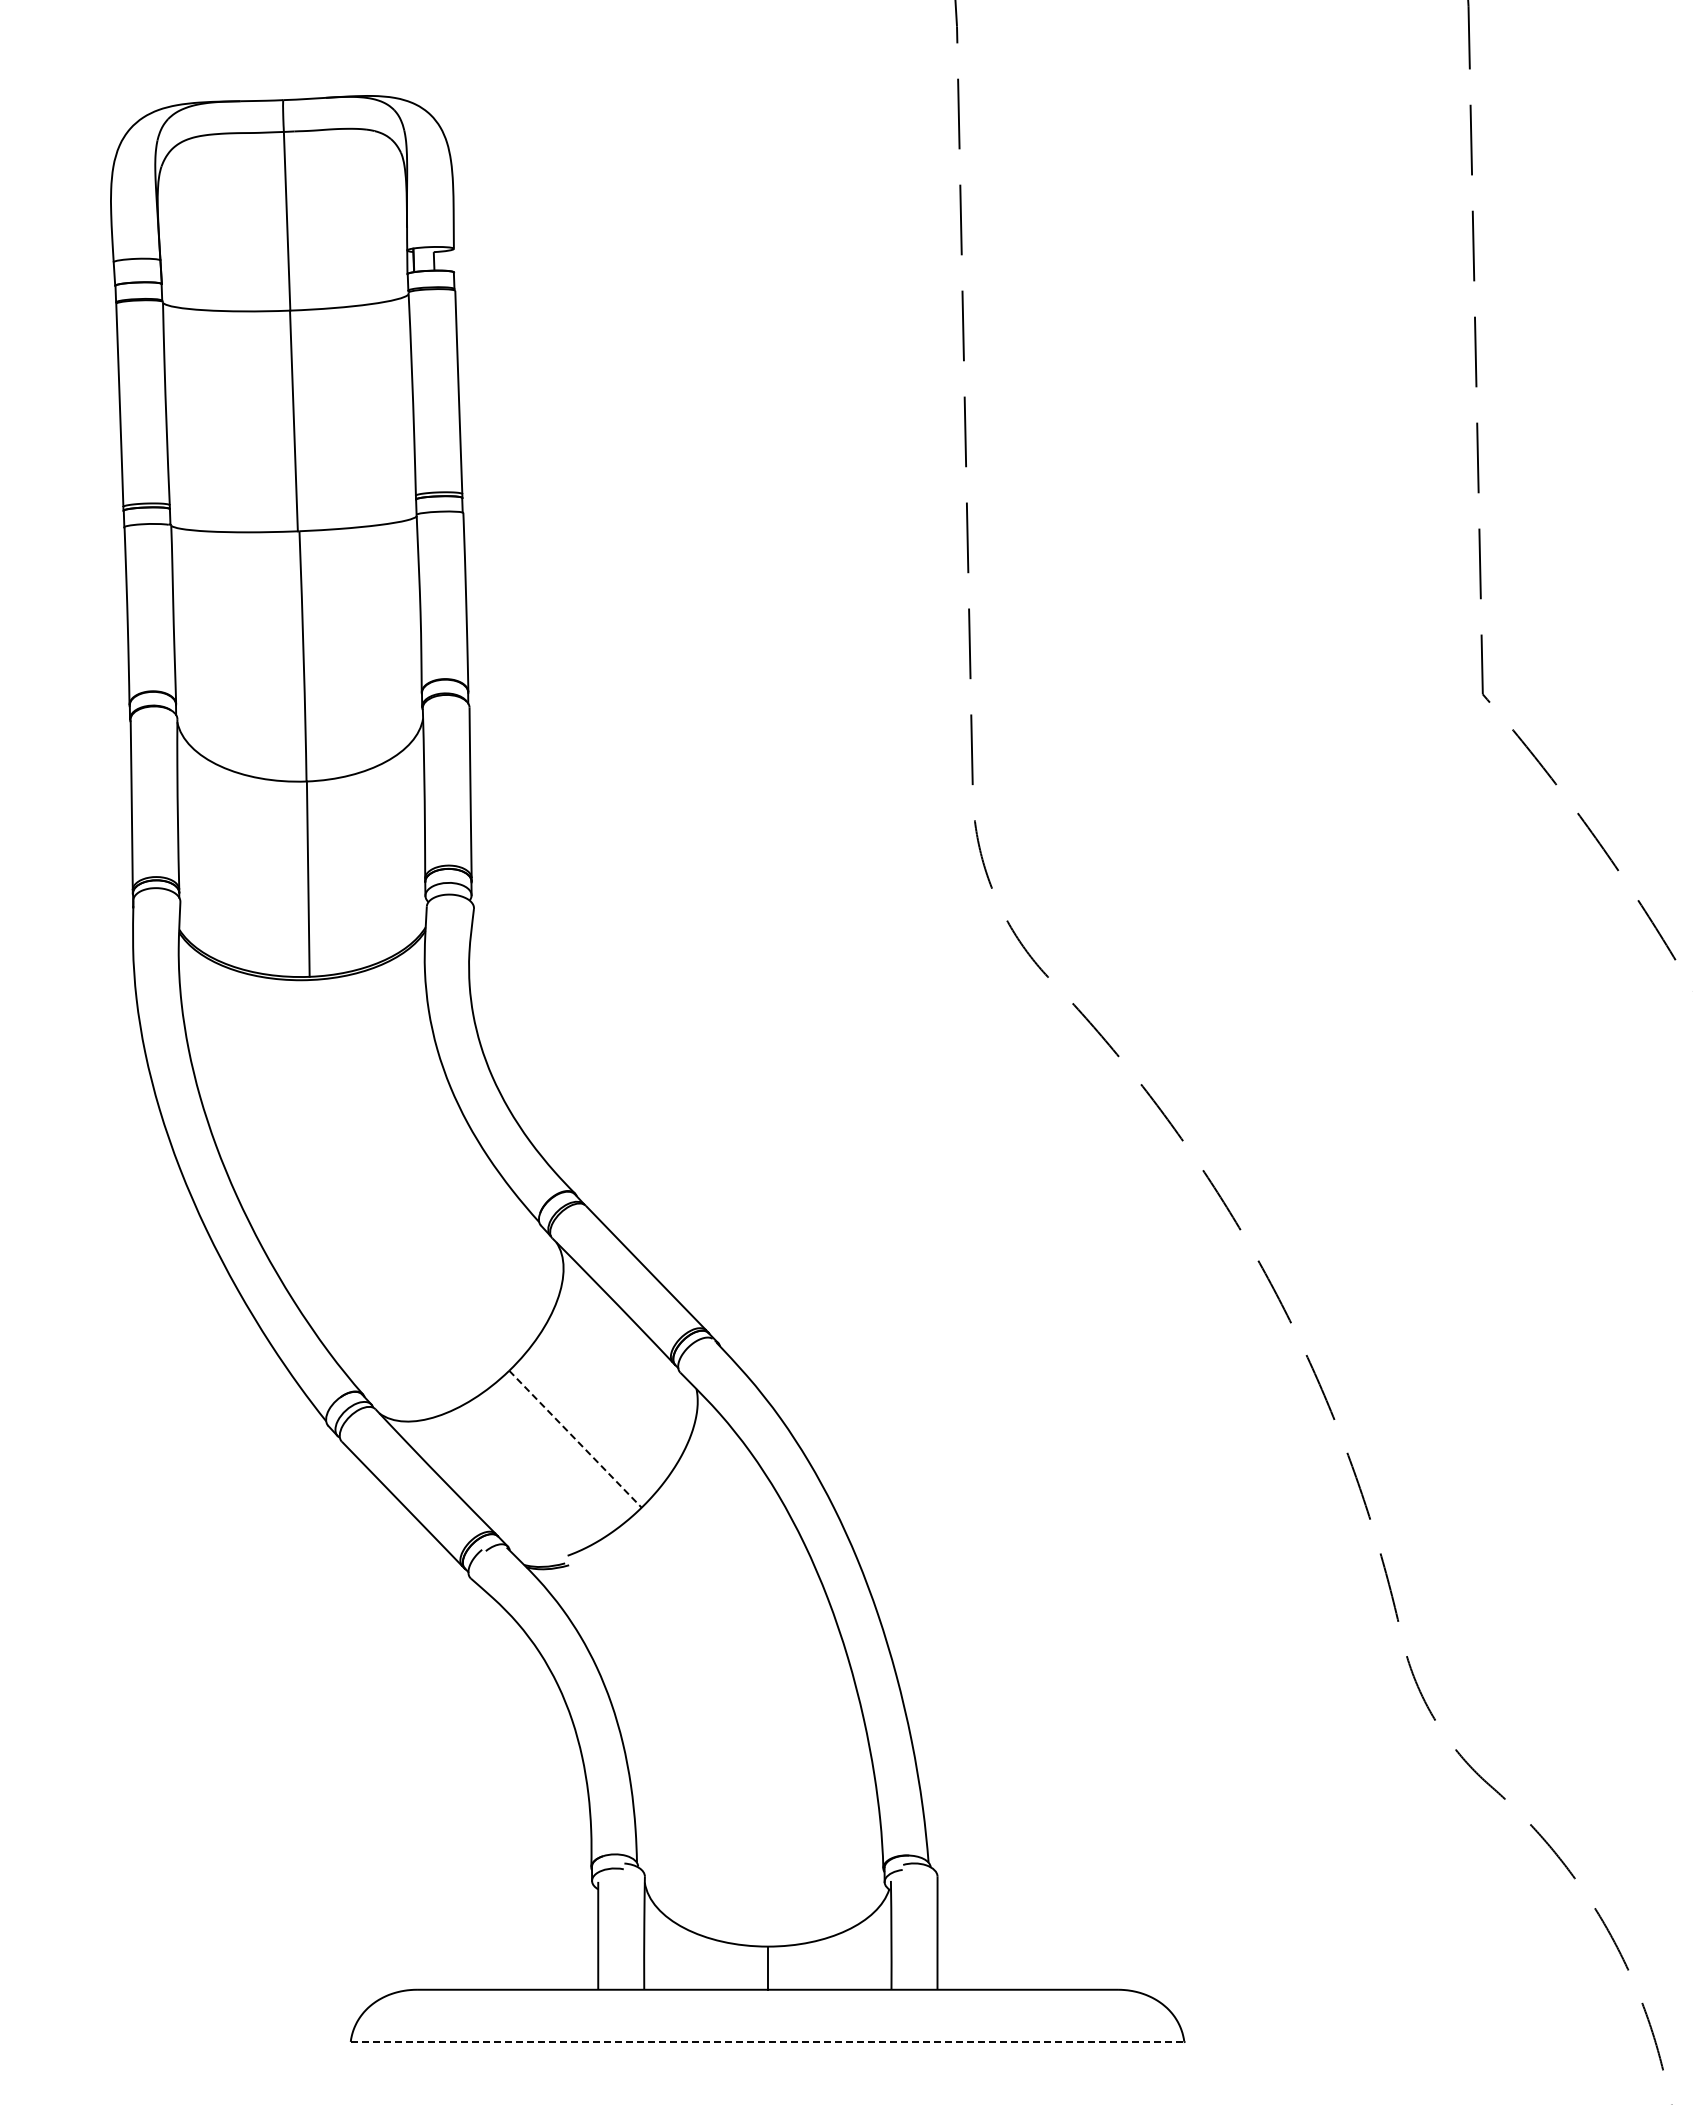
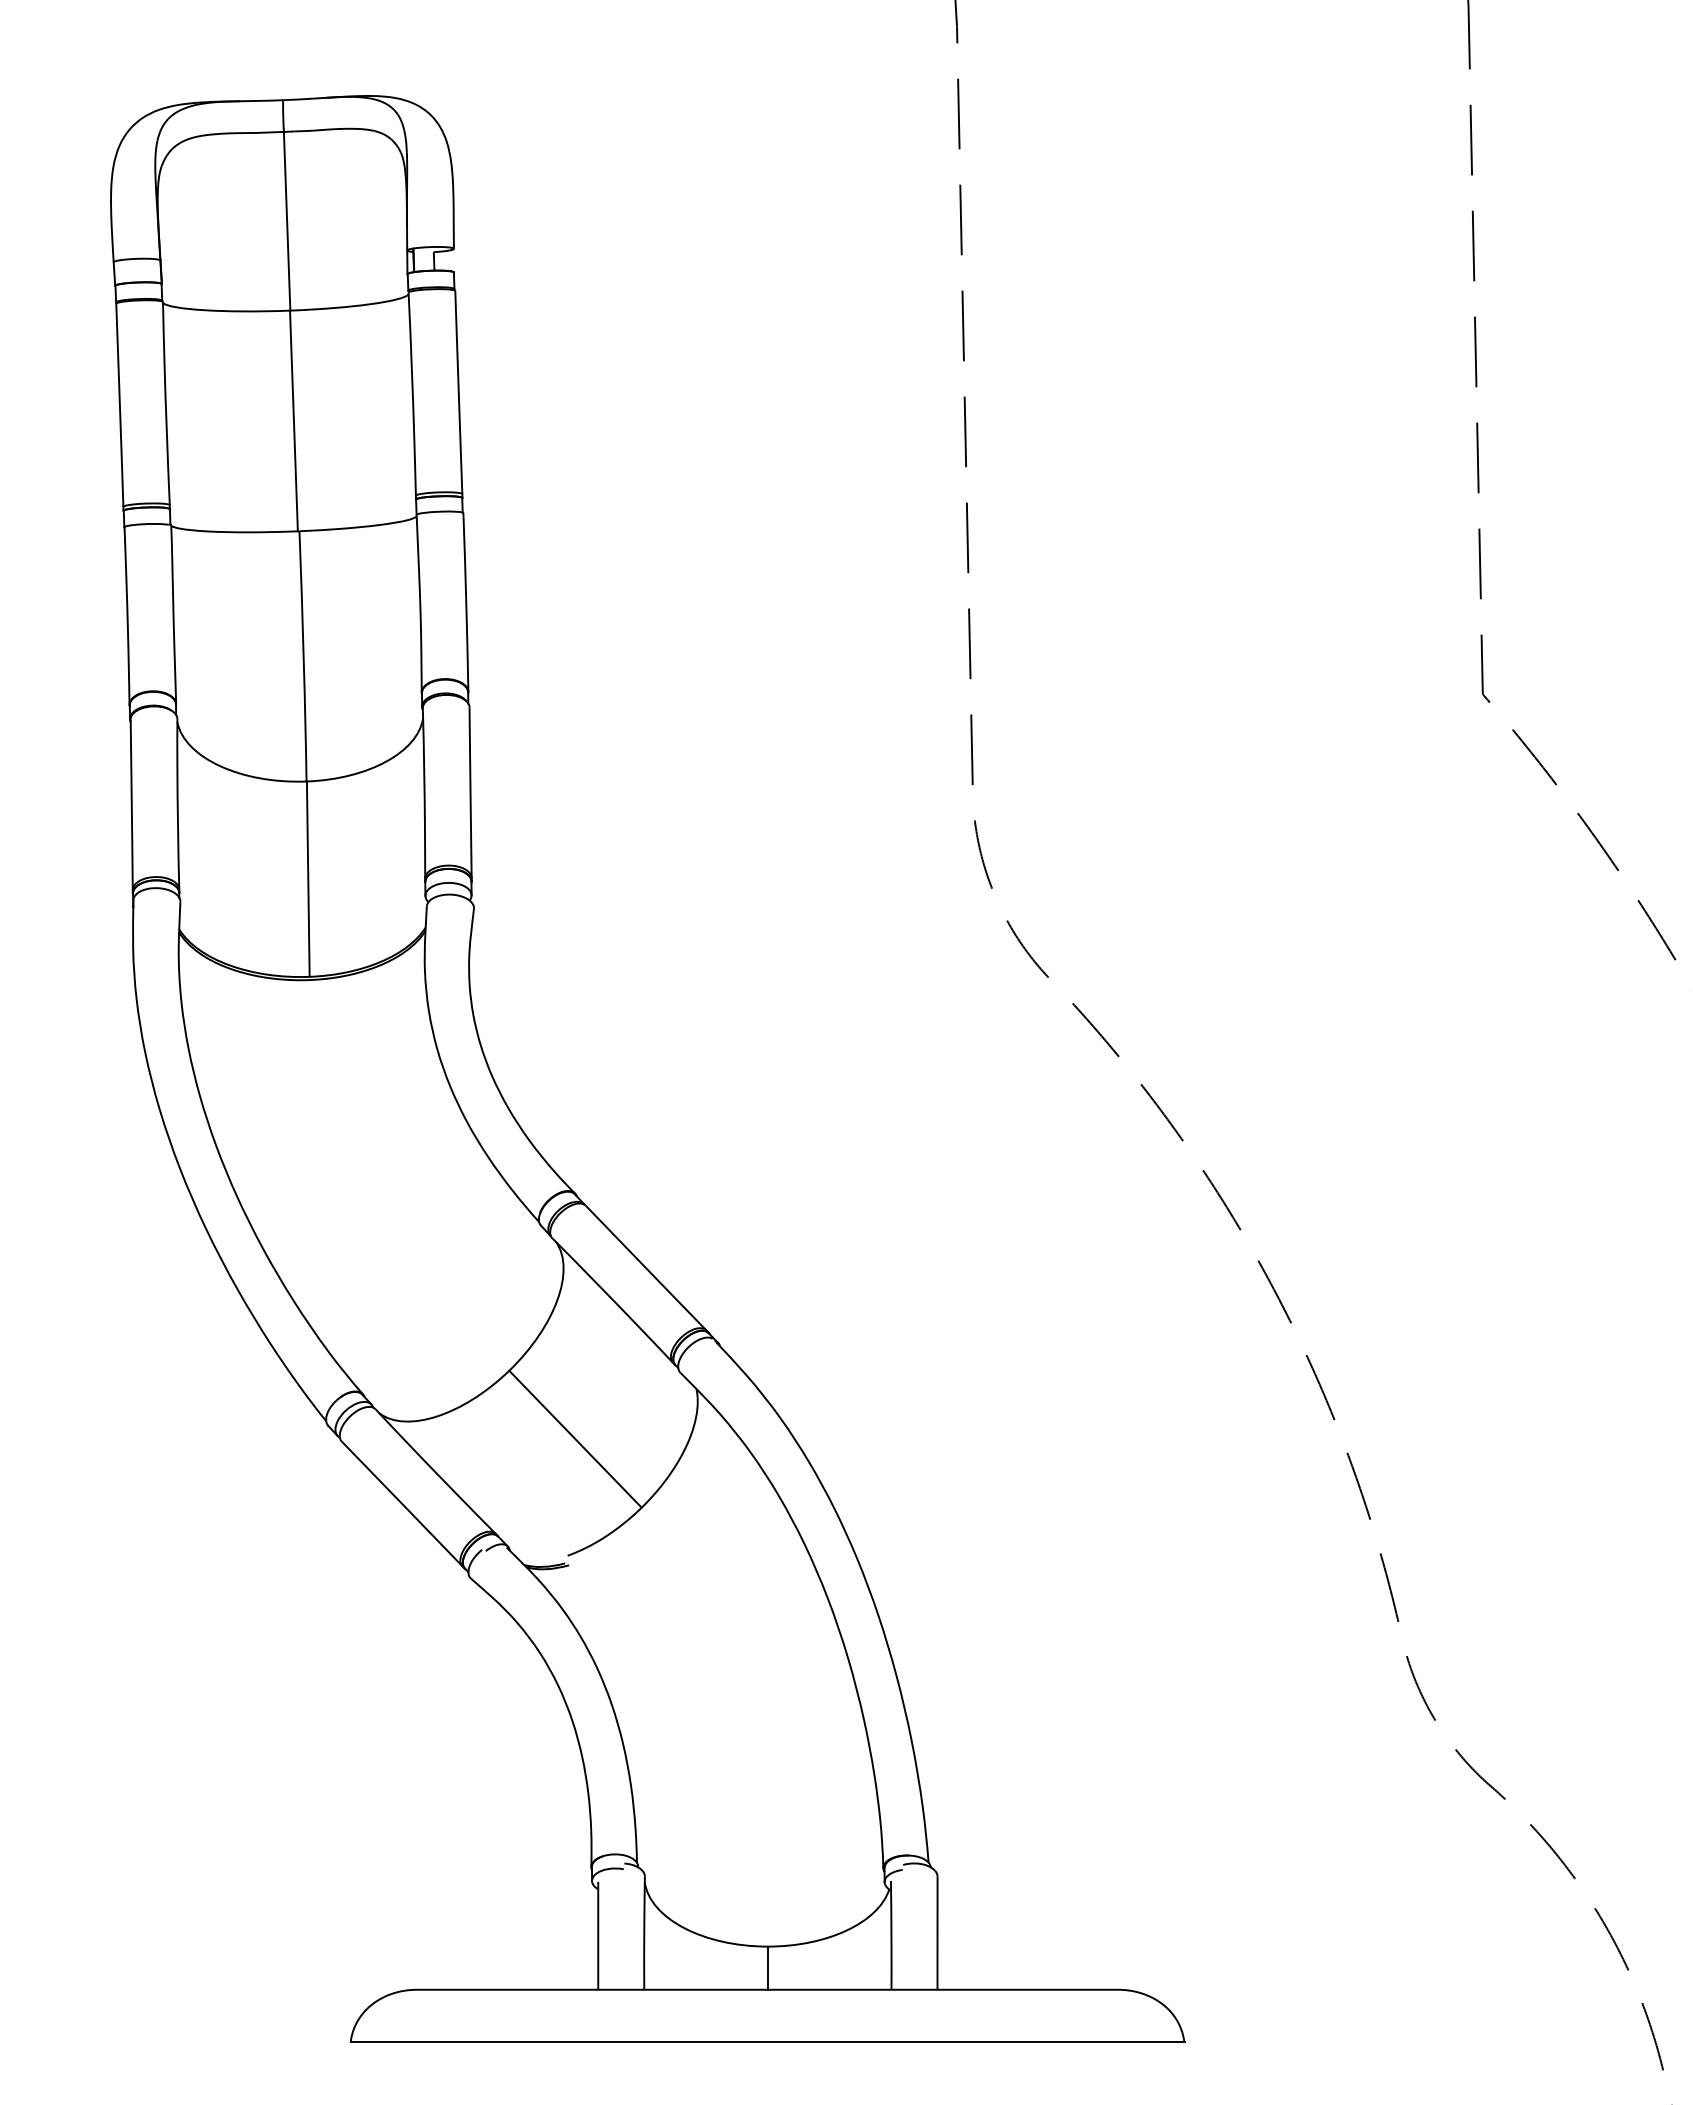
line at (575, 1439): dashed -> solid
line at (768, 2041): dashed -> solid
